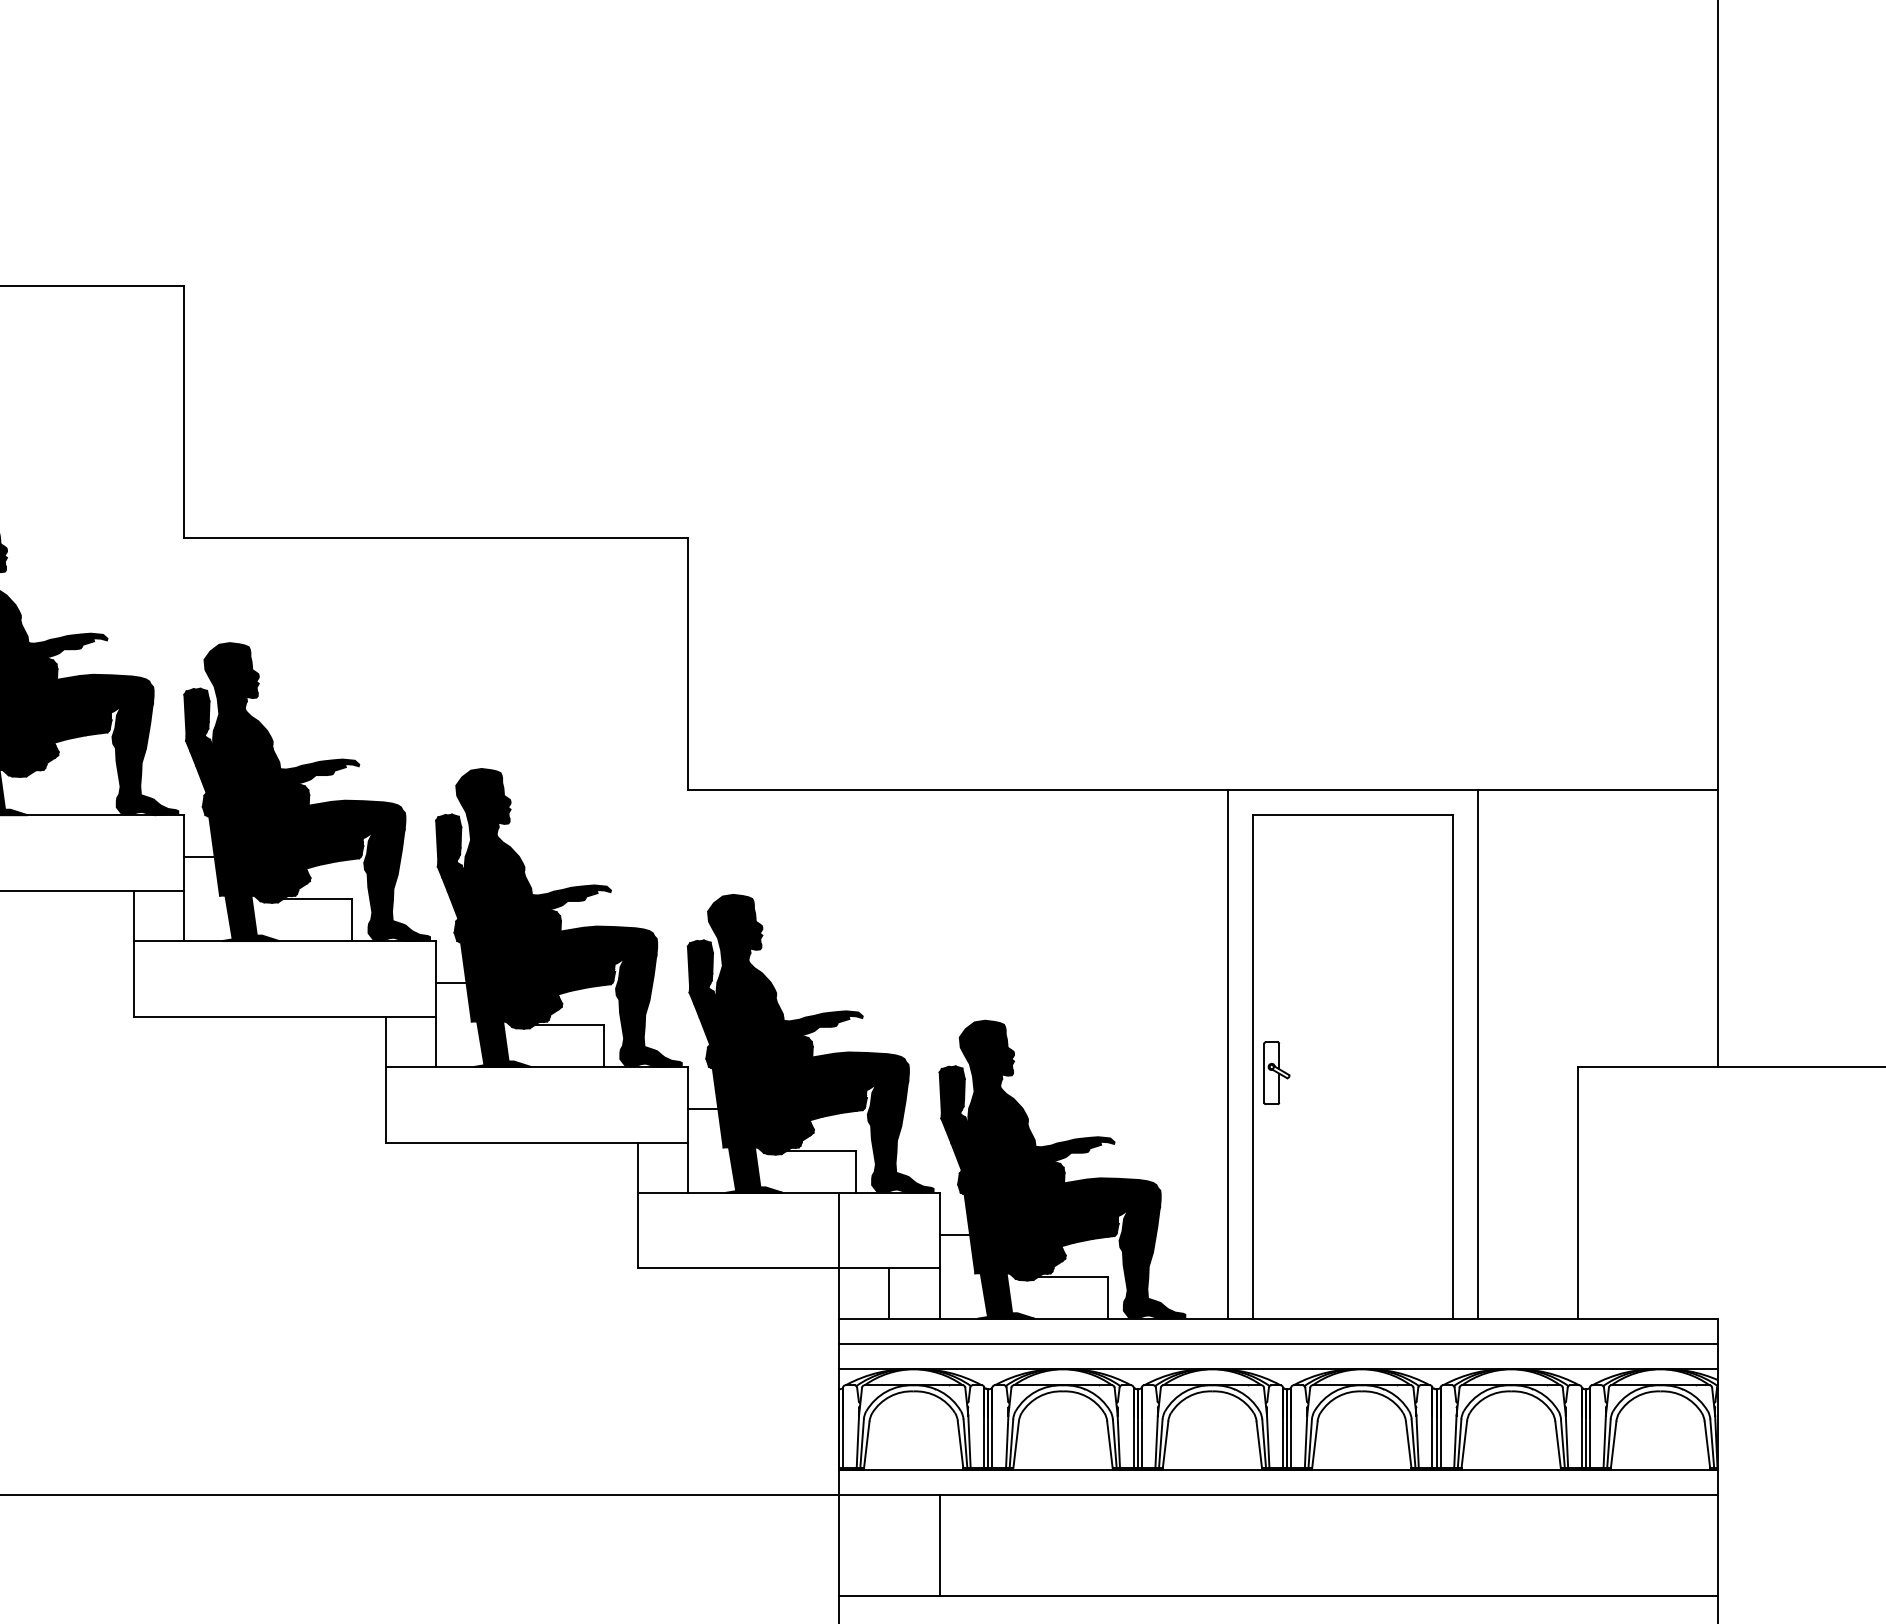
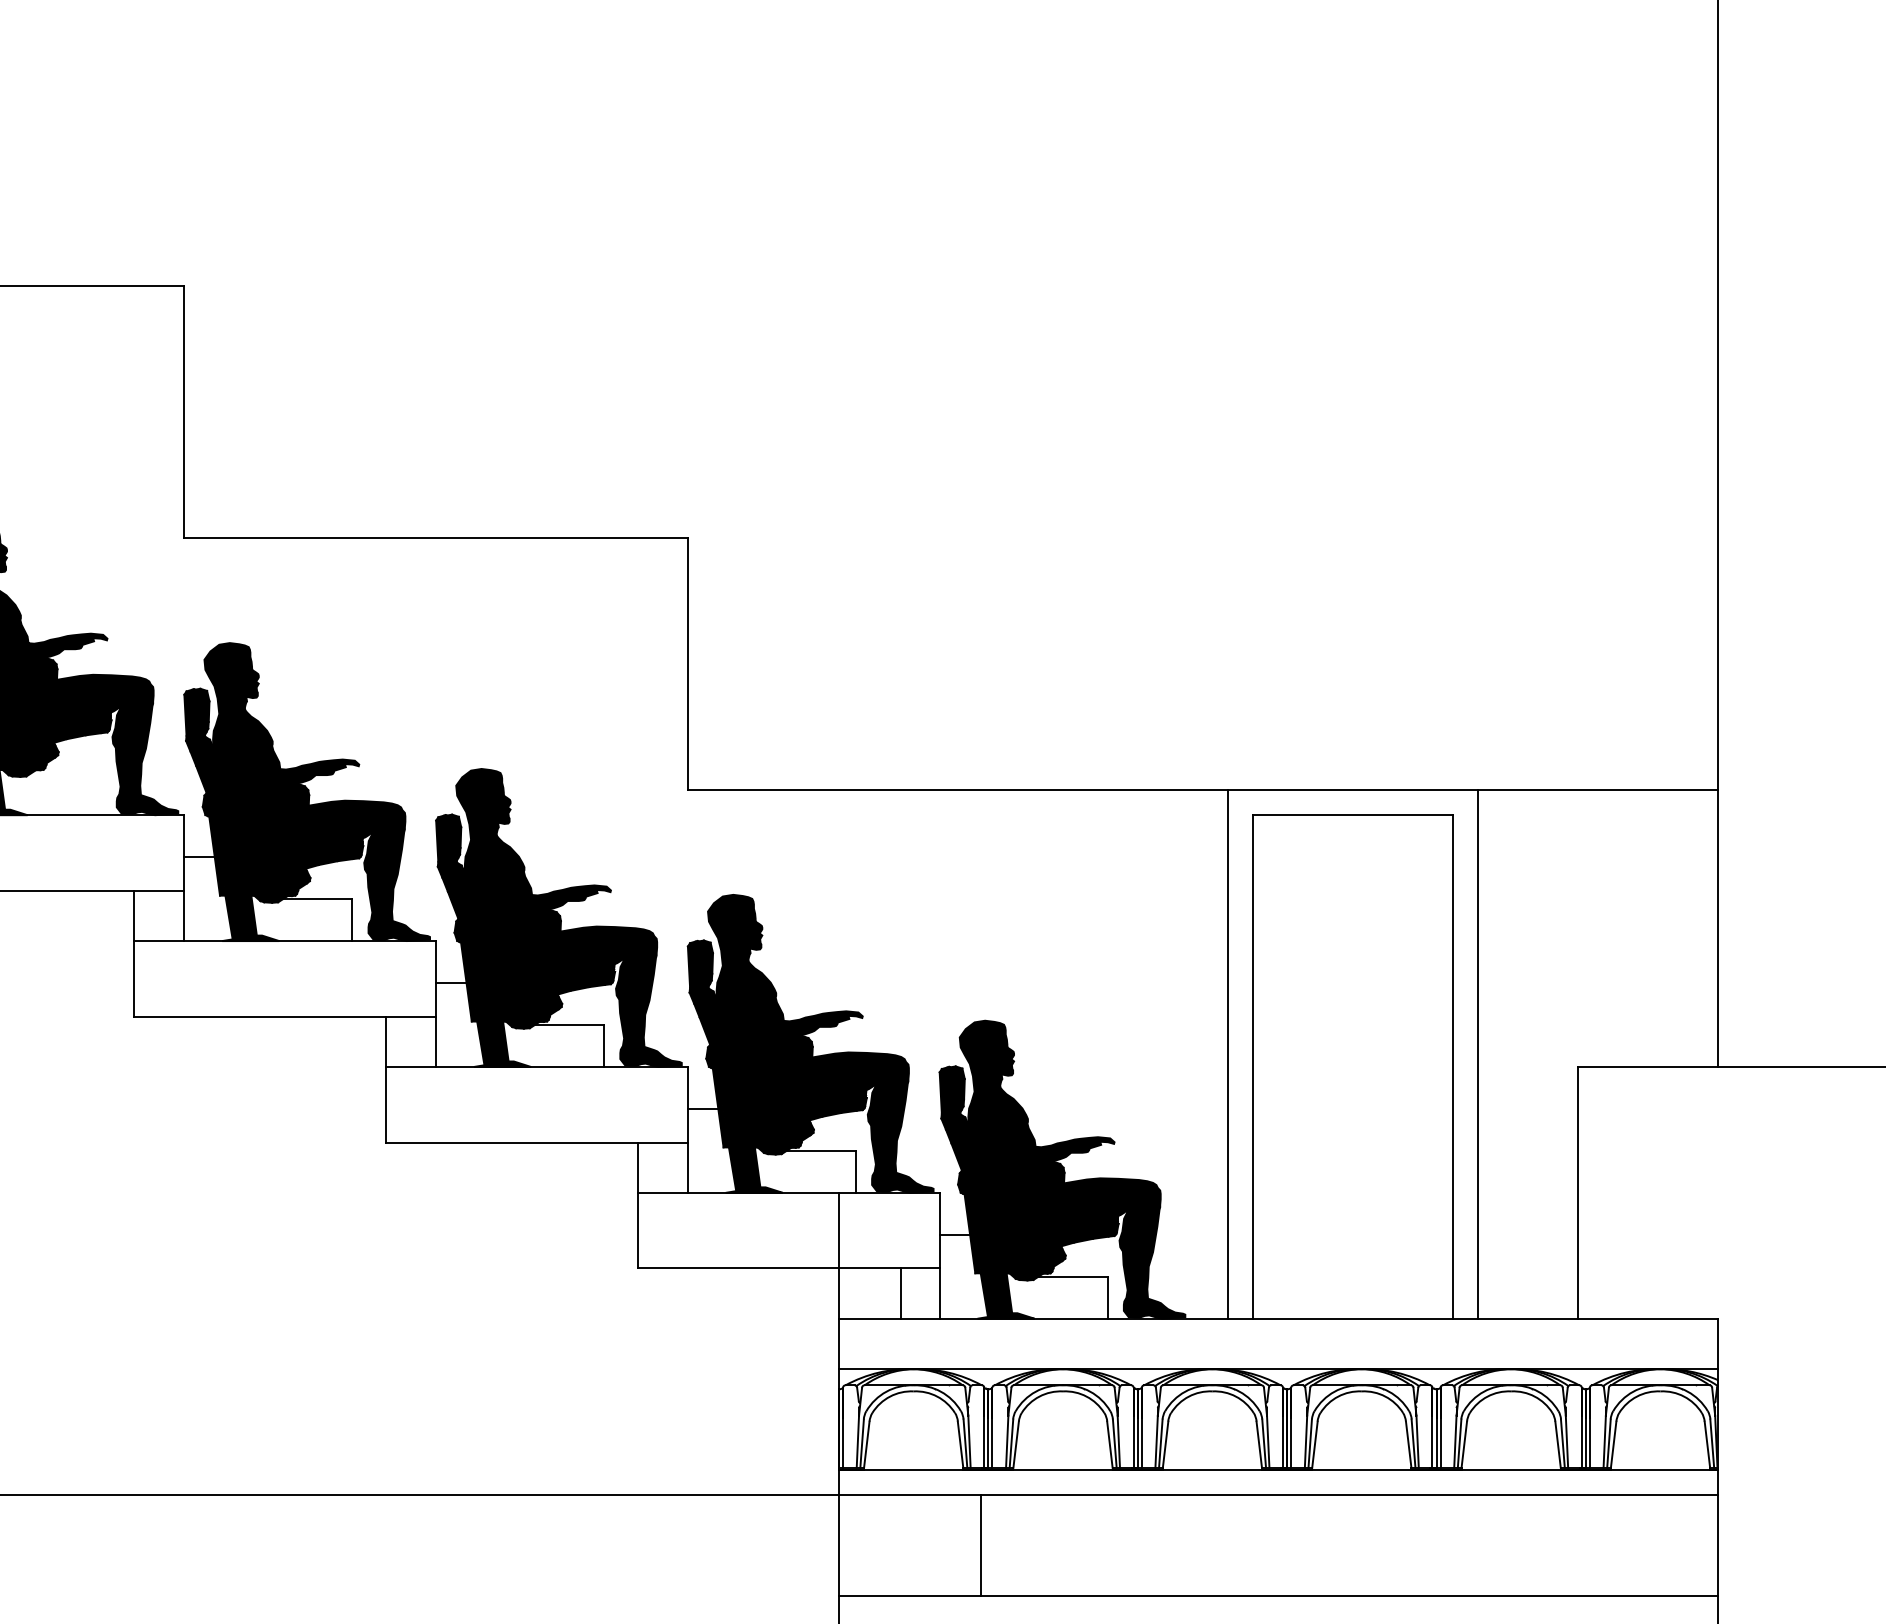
part at (1276, 1072): present -> none
line at (889, 1293) position: (889, 1293) -> (901, 1293)
line at (1278, 1343): present -> none
line at (939, 1544) position: (939, 1544) -> (980, 1544)
